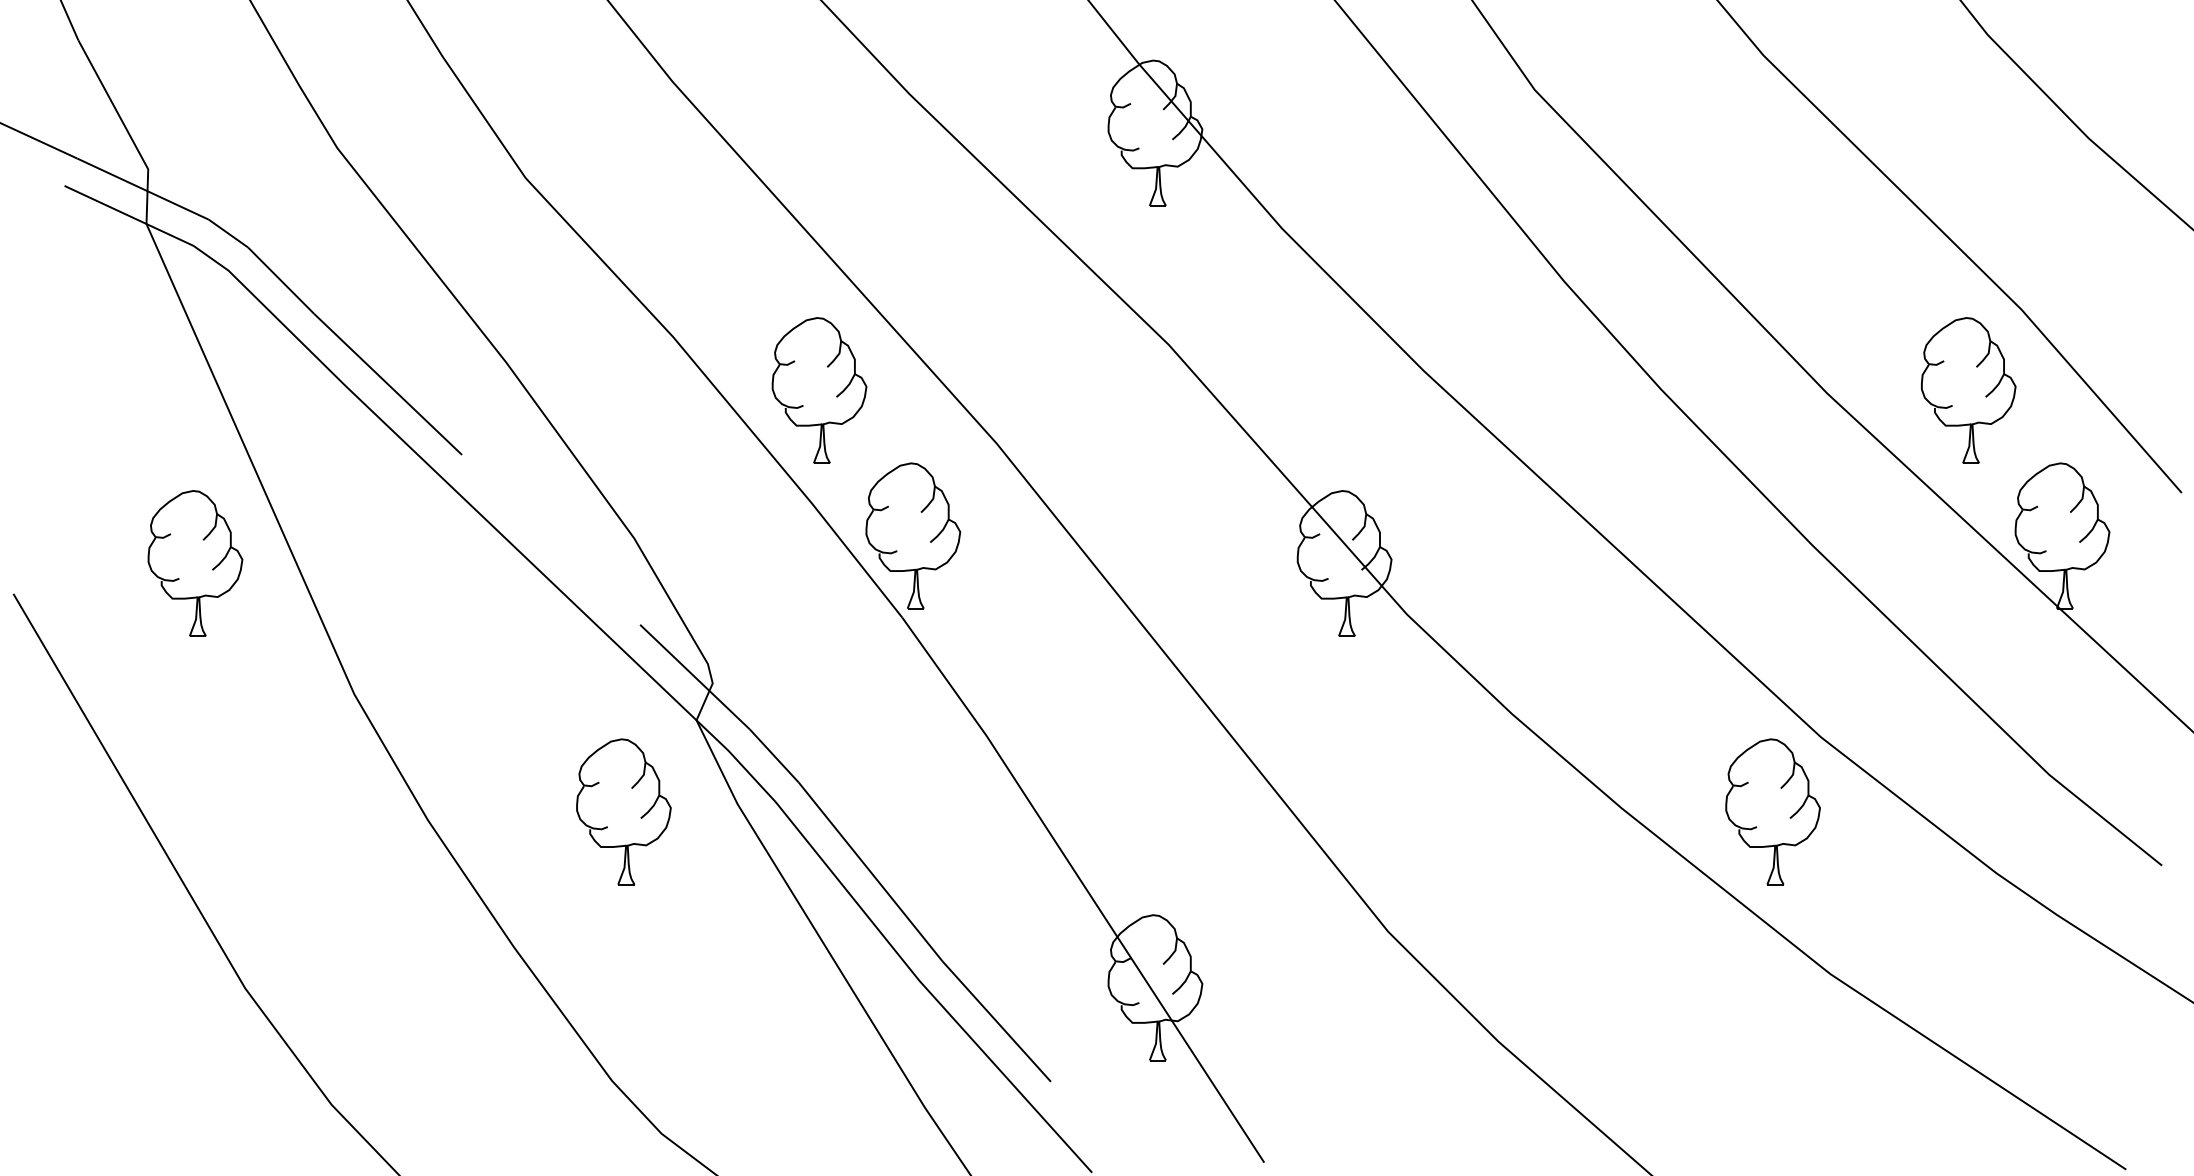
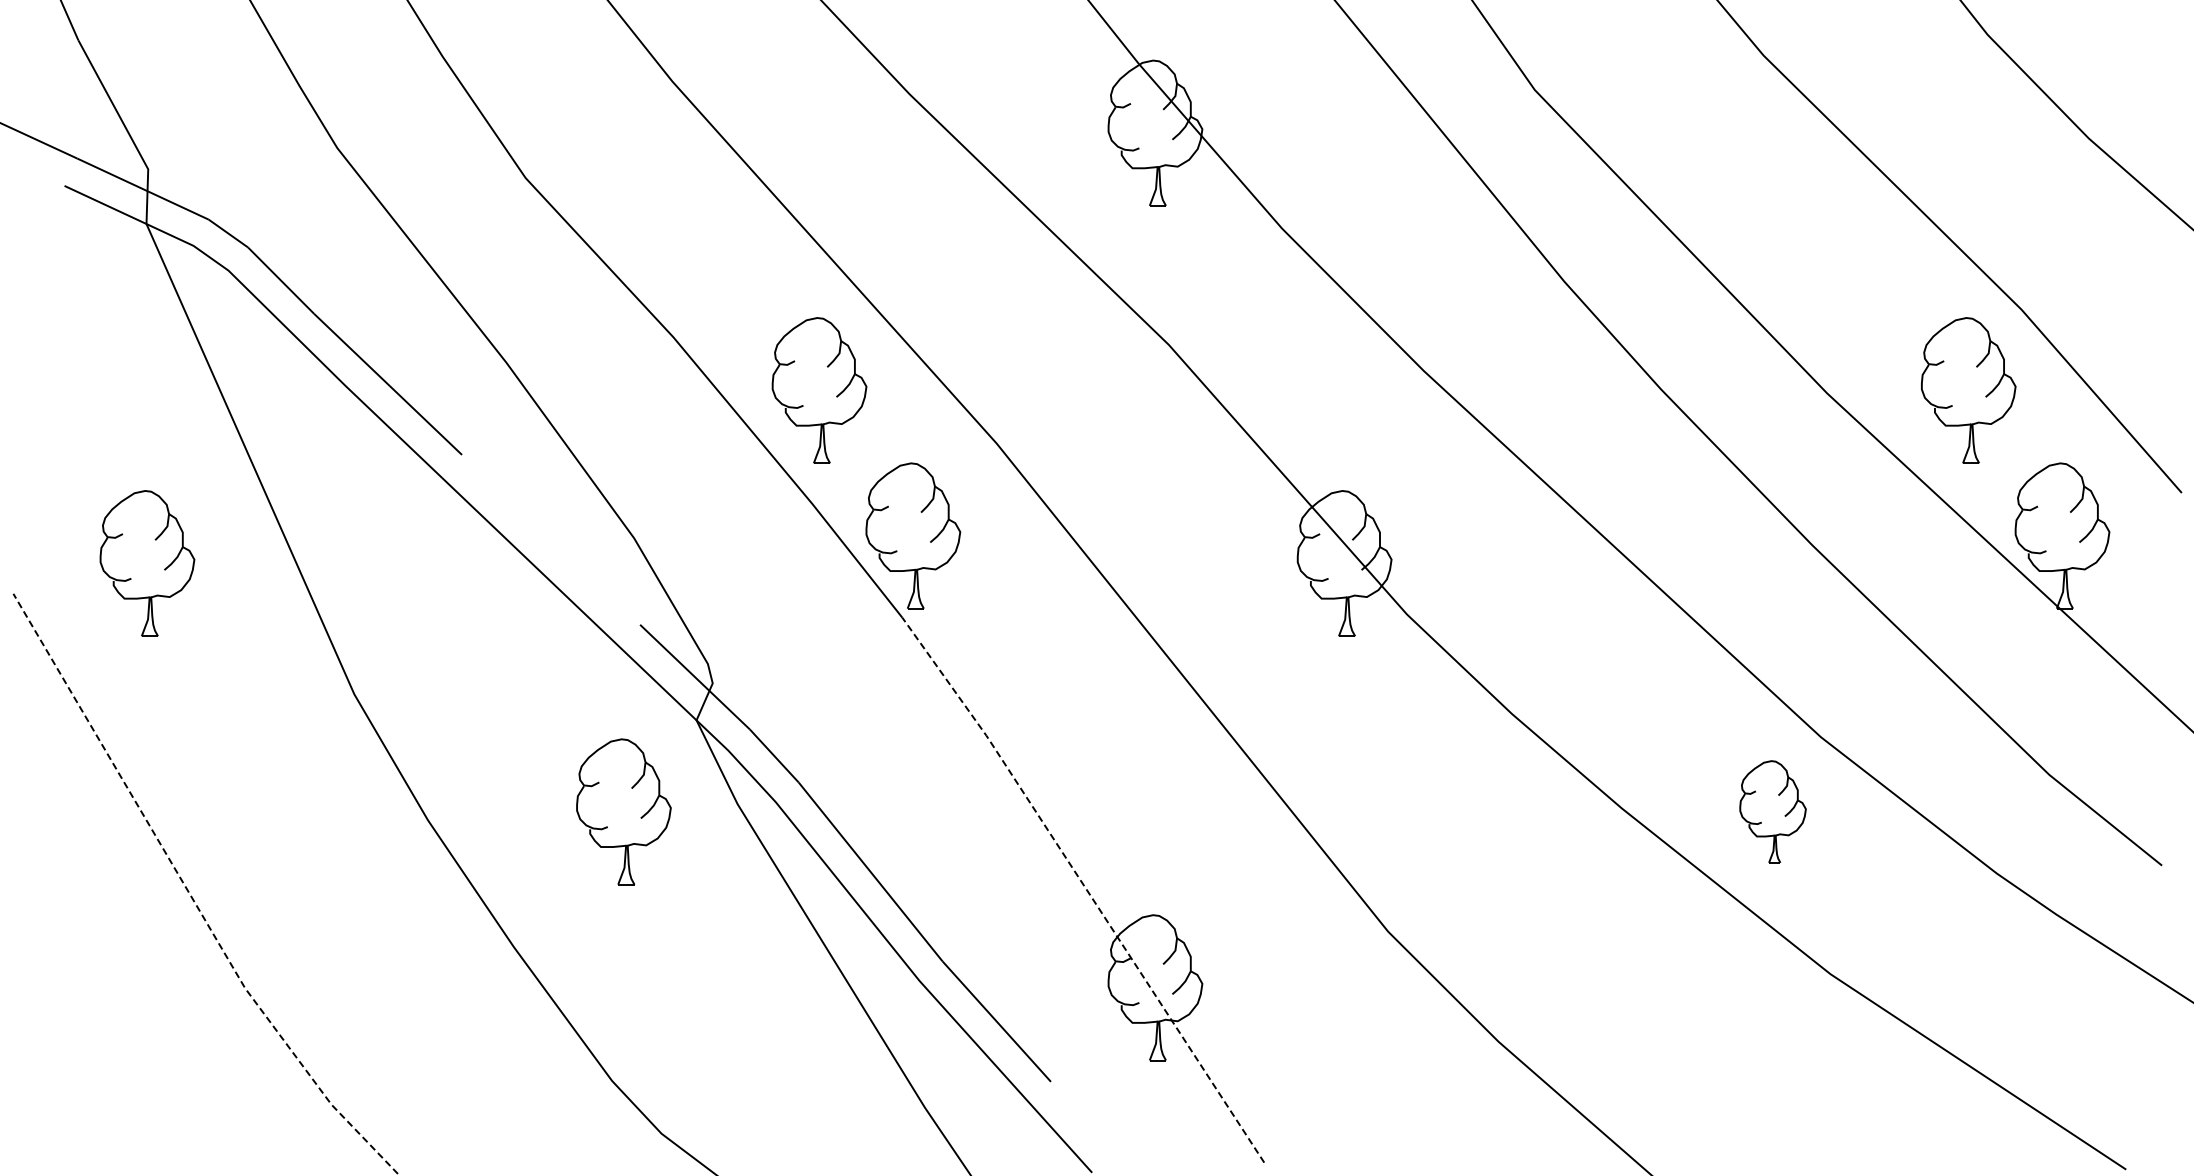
part at (195, 563) position: (195, 563) -> (147, 563)
part at (1772, 811) size: 96x148 px -> 68x104 px
line at (1085, 888): solid -> dashed
line at (191, 896): solid -> dashed
